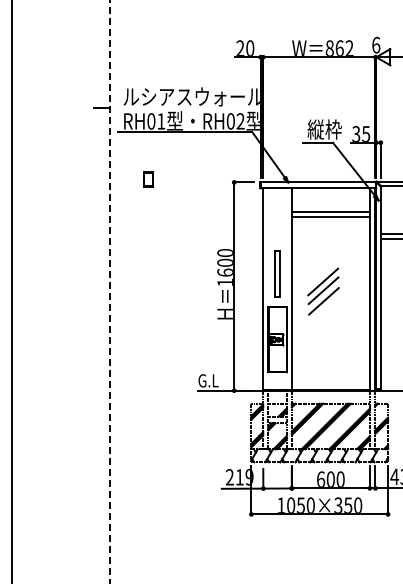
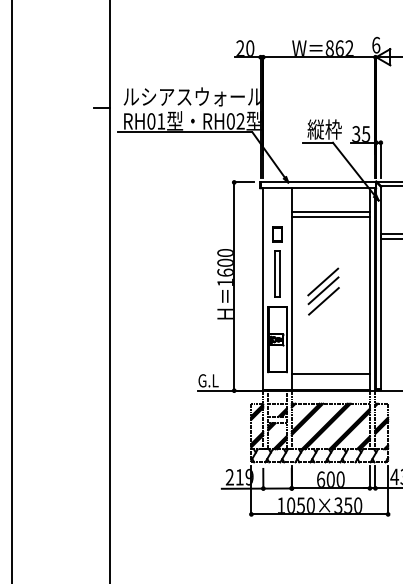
part at (148, 179) position: (148, 179) -> (277, 234)
line at (109, 291): dashed -> solid
line at (330, 374): none -> present
